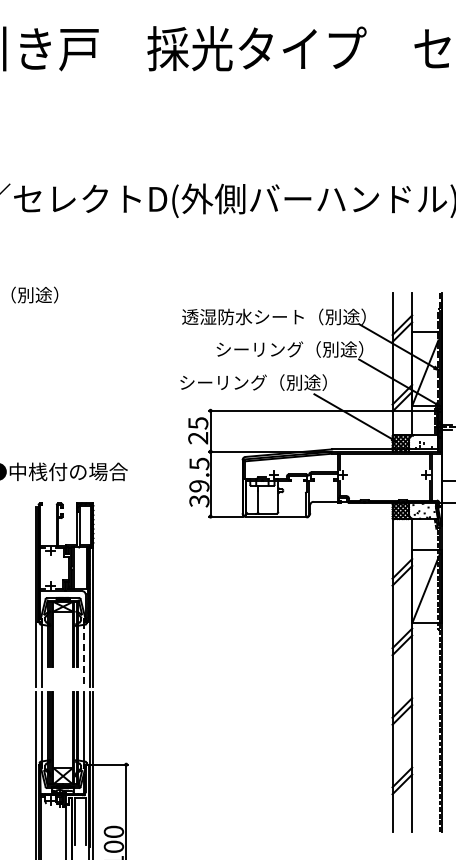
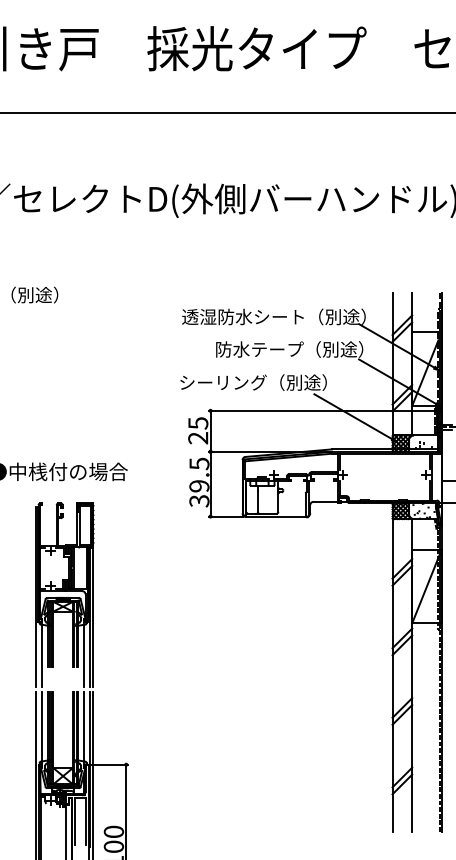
line at (227, 113): none -> present
text at (259, 349): シーリング（別途） -> 防水テープ（別途）
line at (84, 654): dashed -> solid
